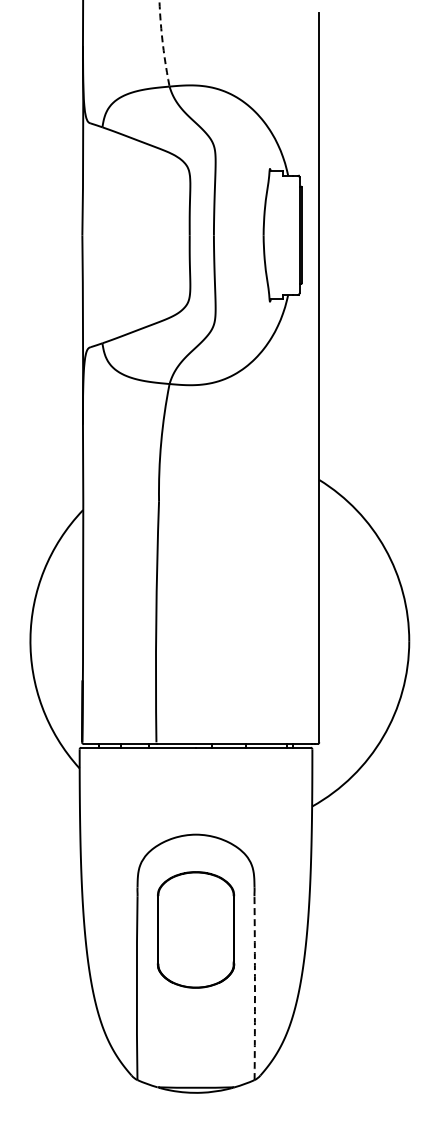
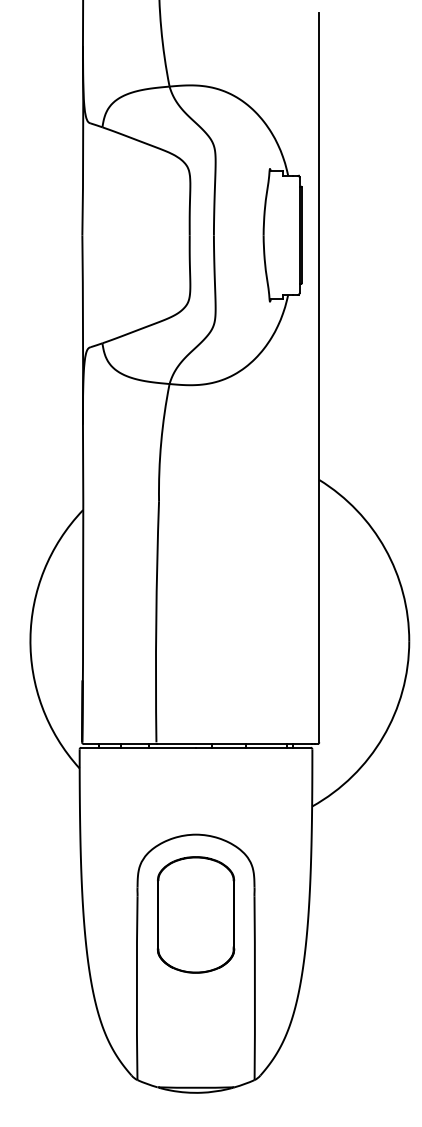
arc at (162, 43): dashed -> solid
part at (195, 929) position: (195, 929) -> (195, 914)
arc at (254, 988): dashed -> solid
